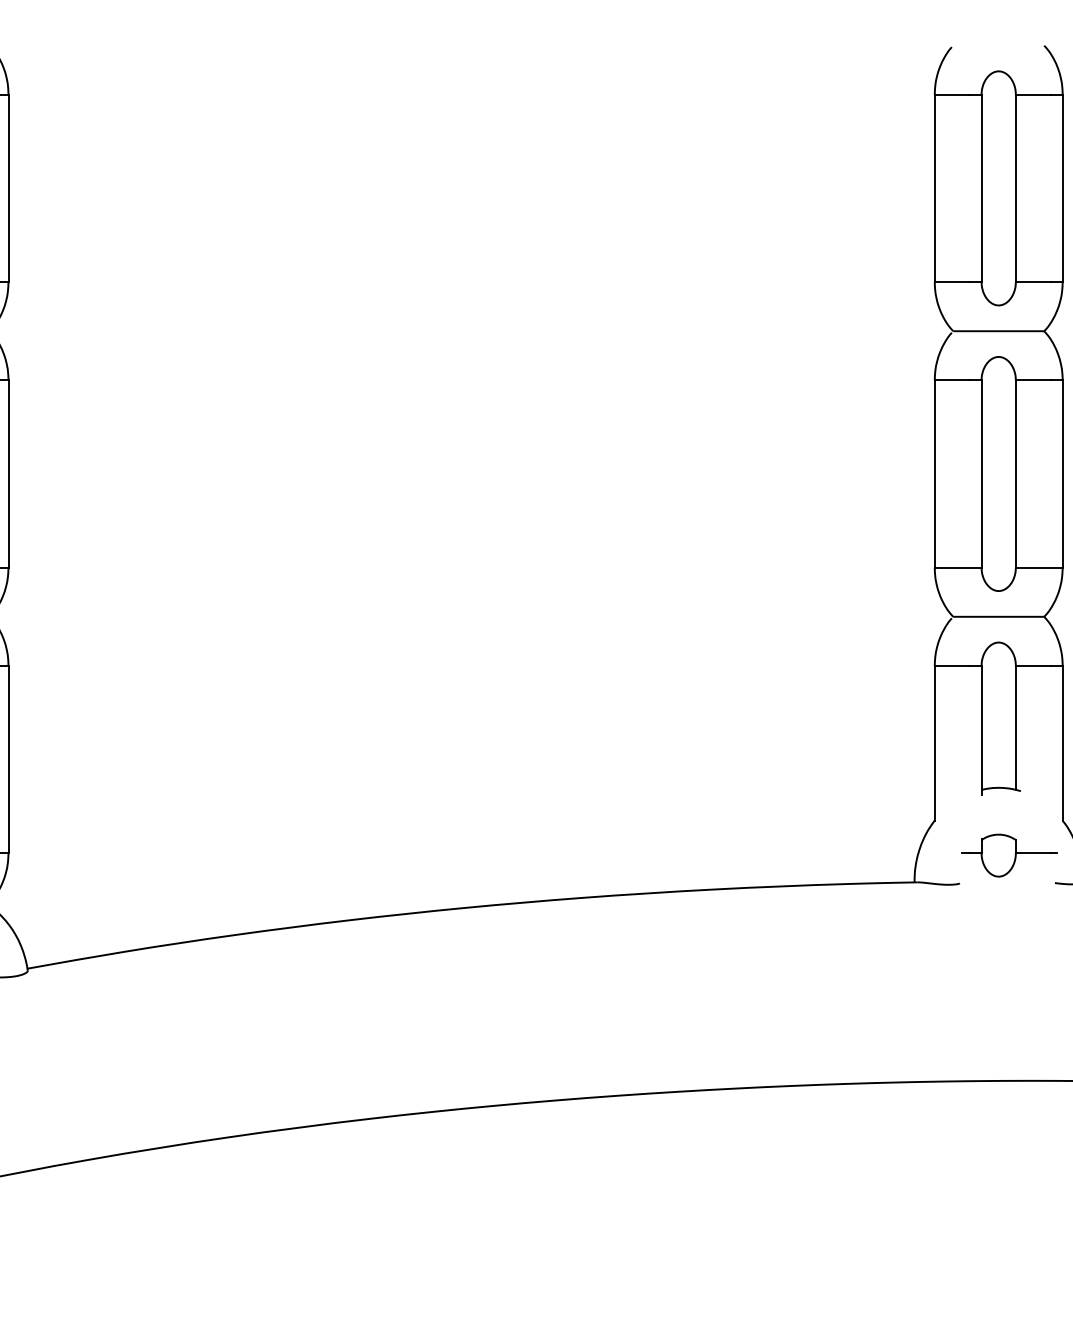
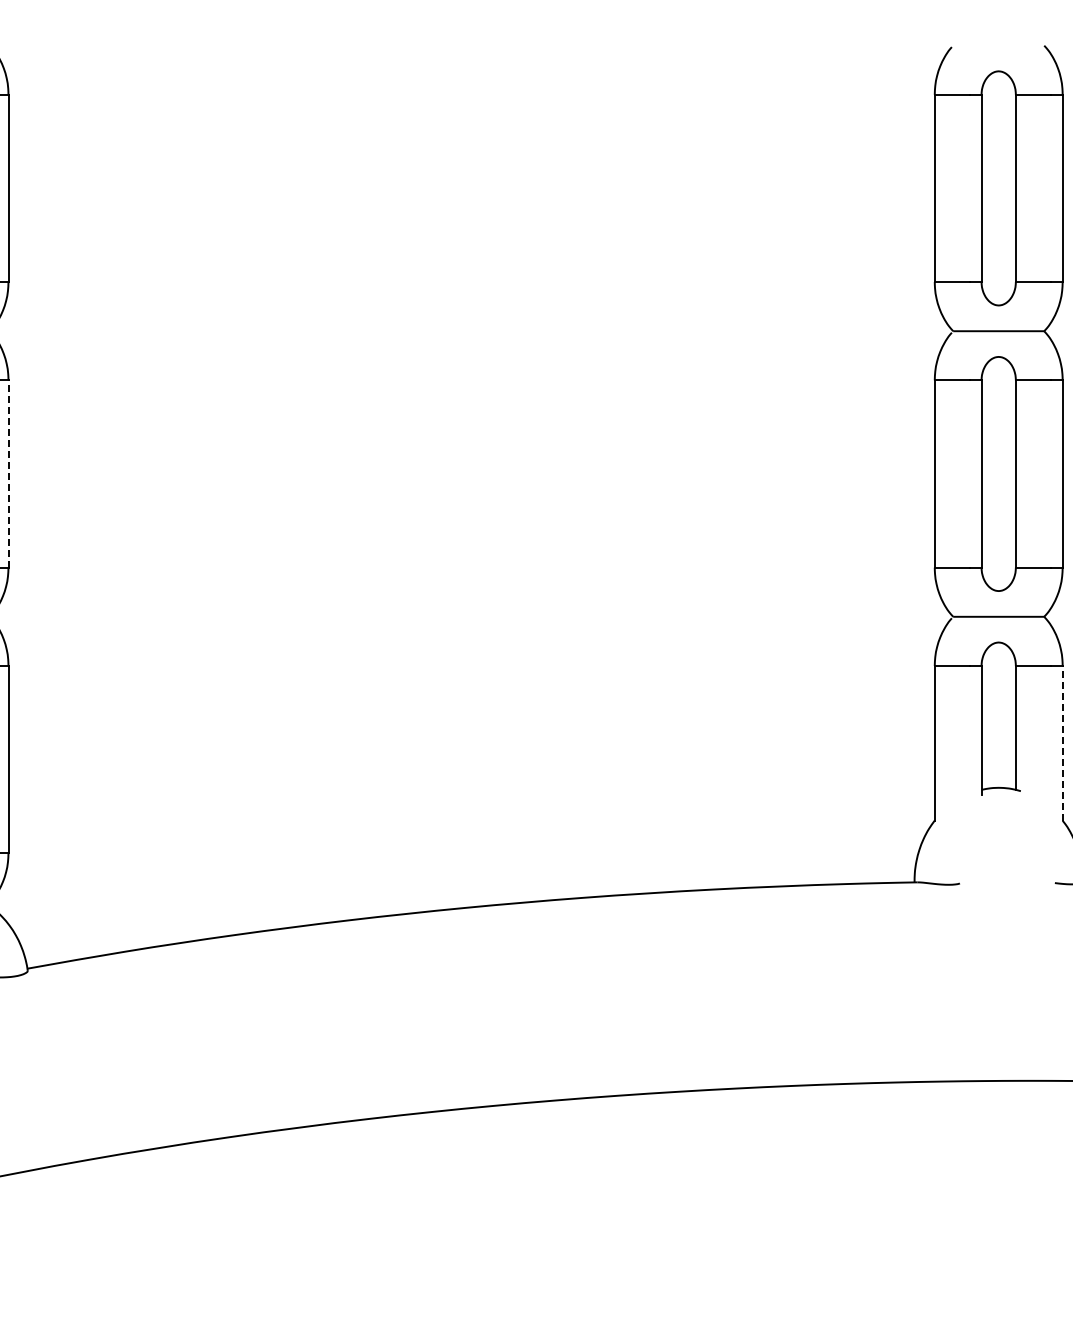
line at (8, 474): solid -> dashed
line at (1062, 742): solid -> dashed
part at (1009, 855): present -> none
